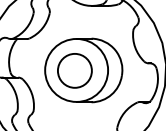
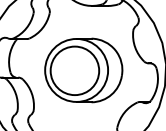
circle at (74, 70) diameter: 34 px -> 49 px
